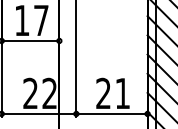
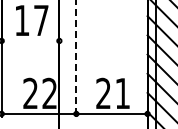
line at (30, 40): present -> none
line at (76, 59): solid -> dashed
